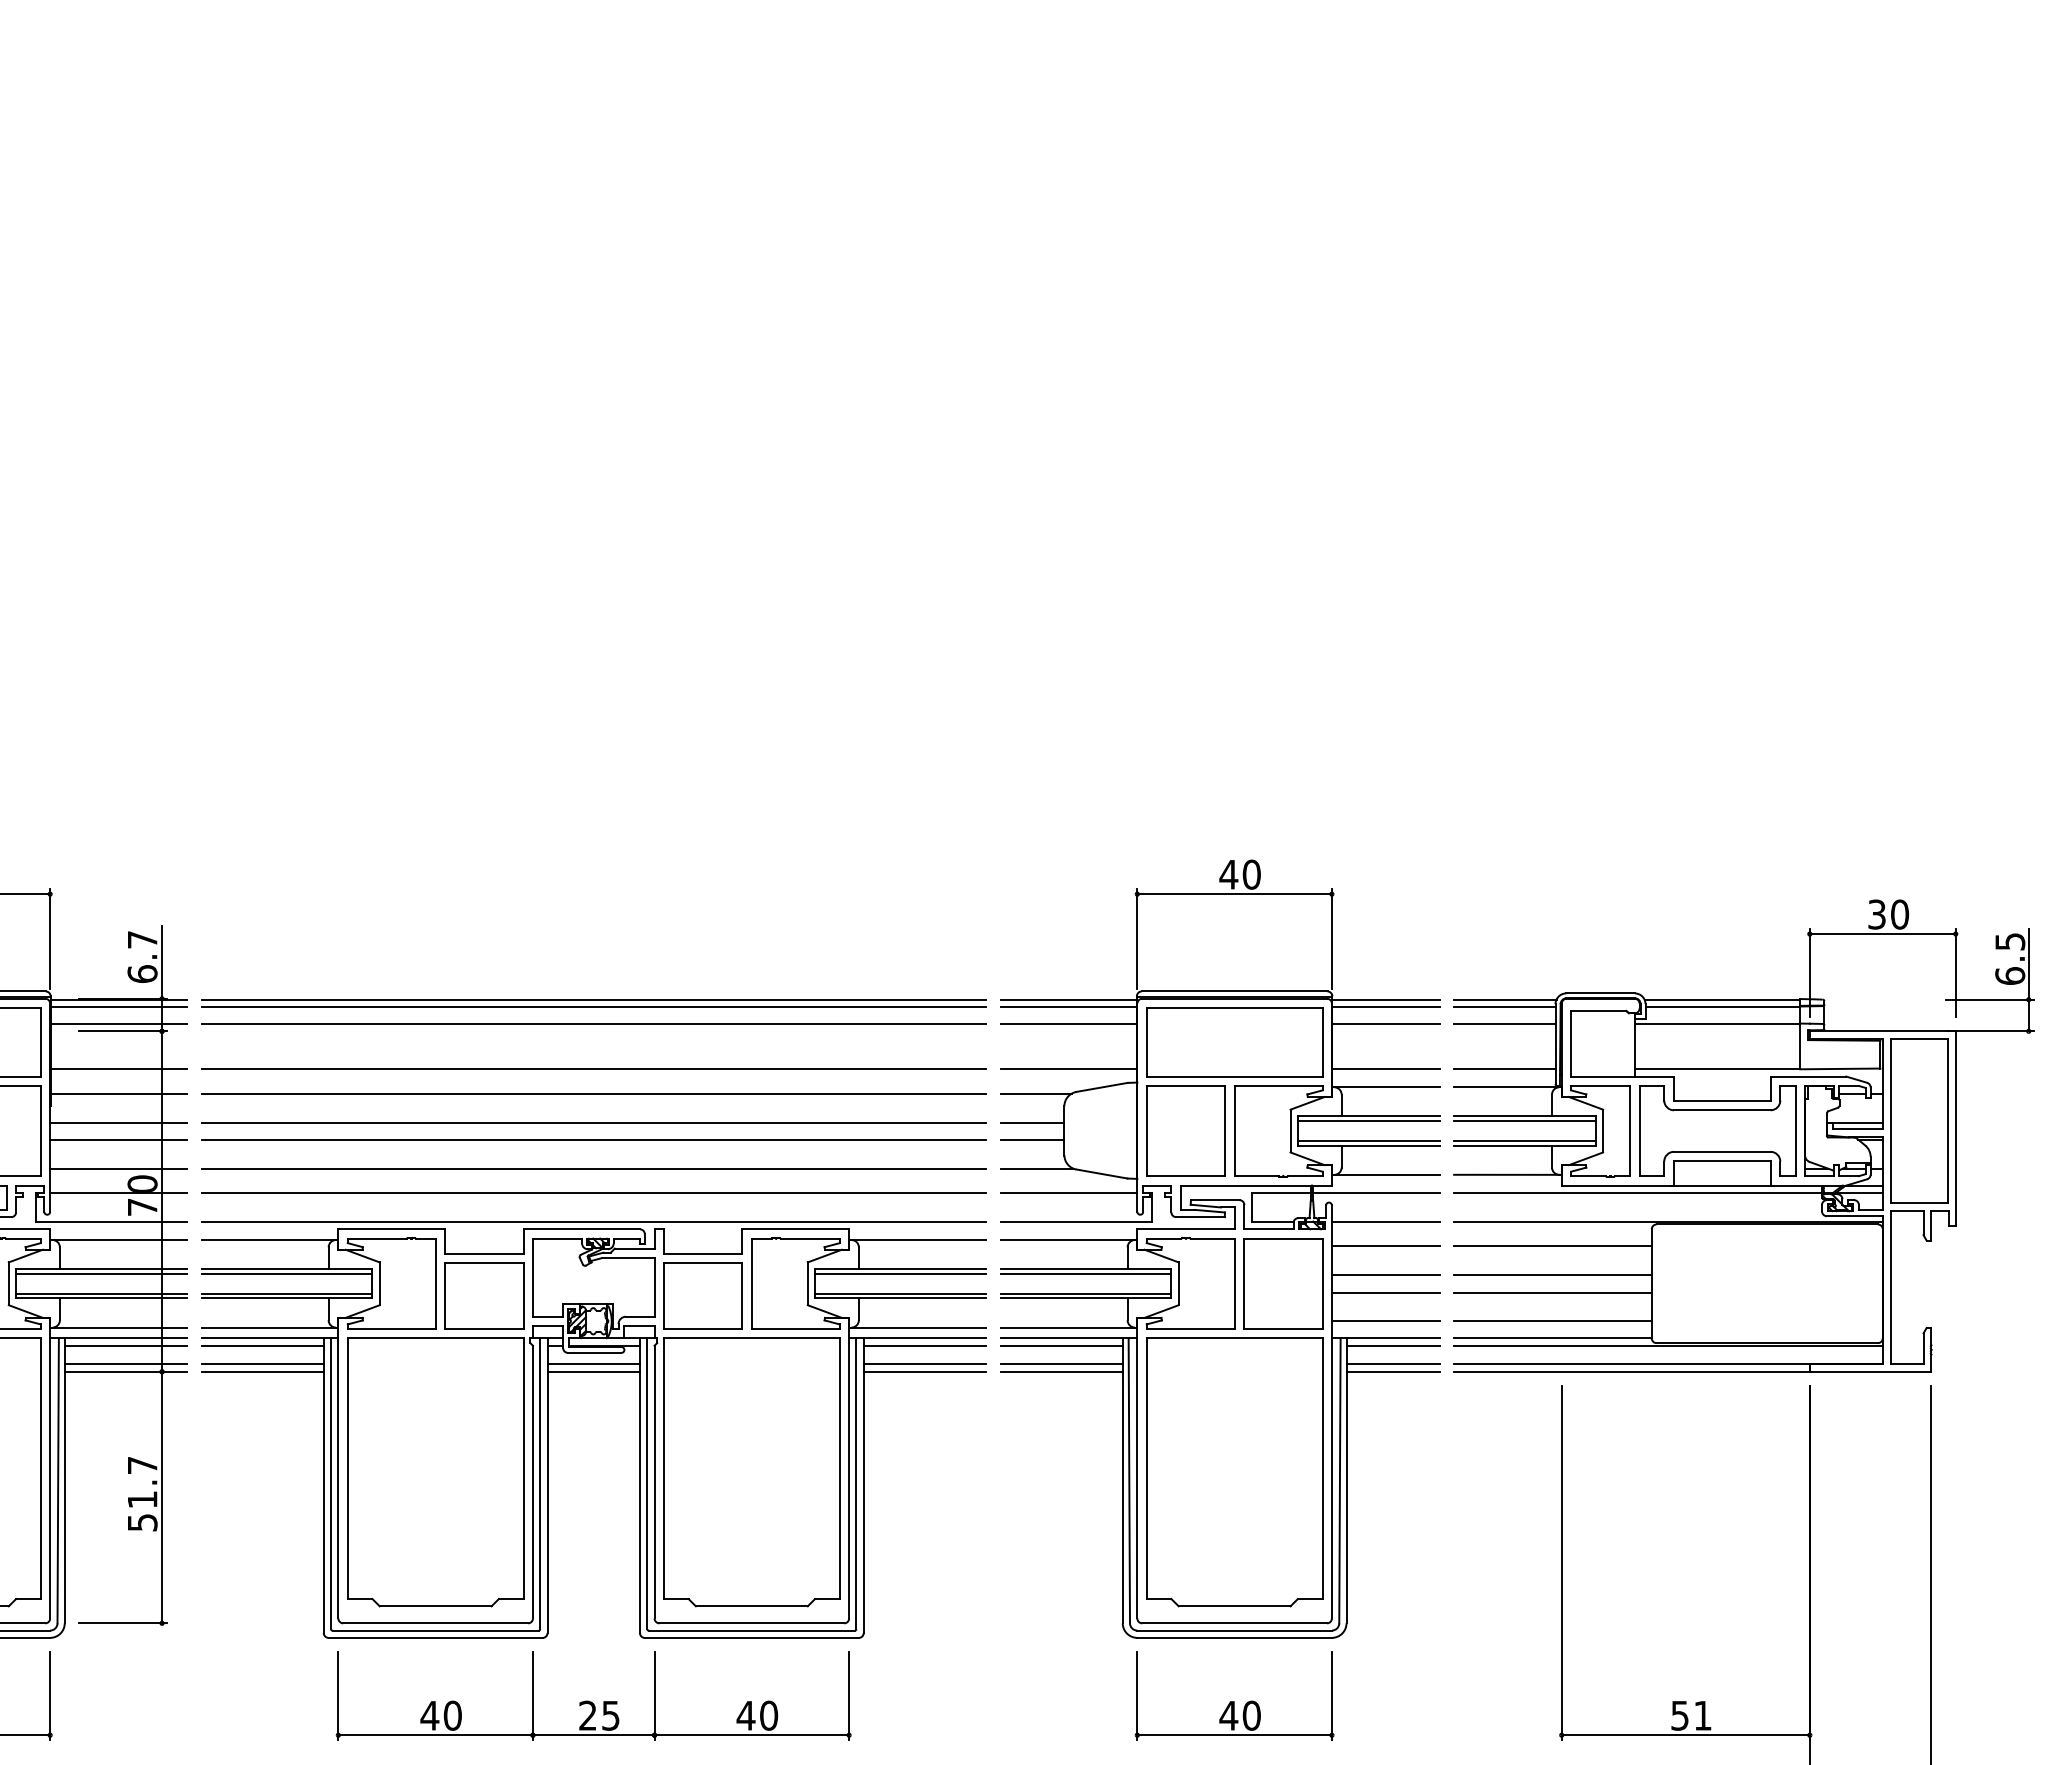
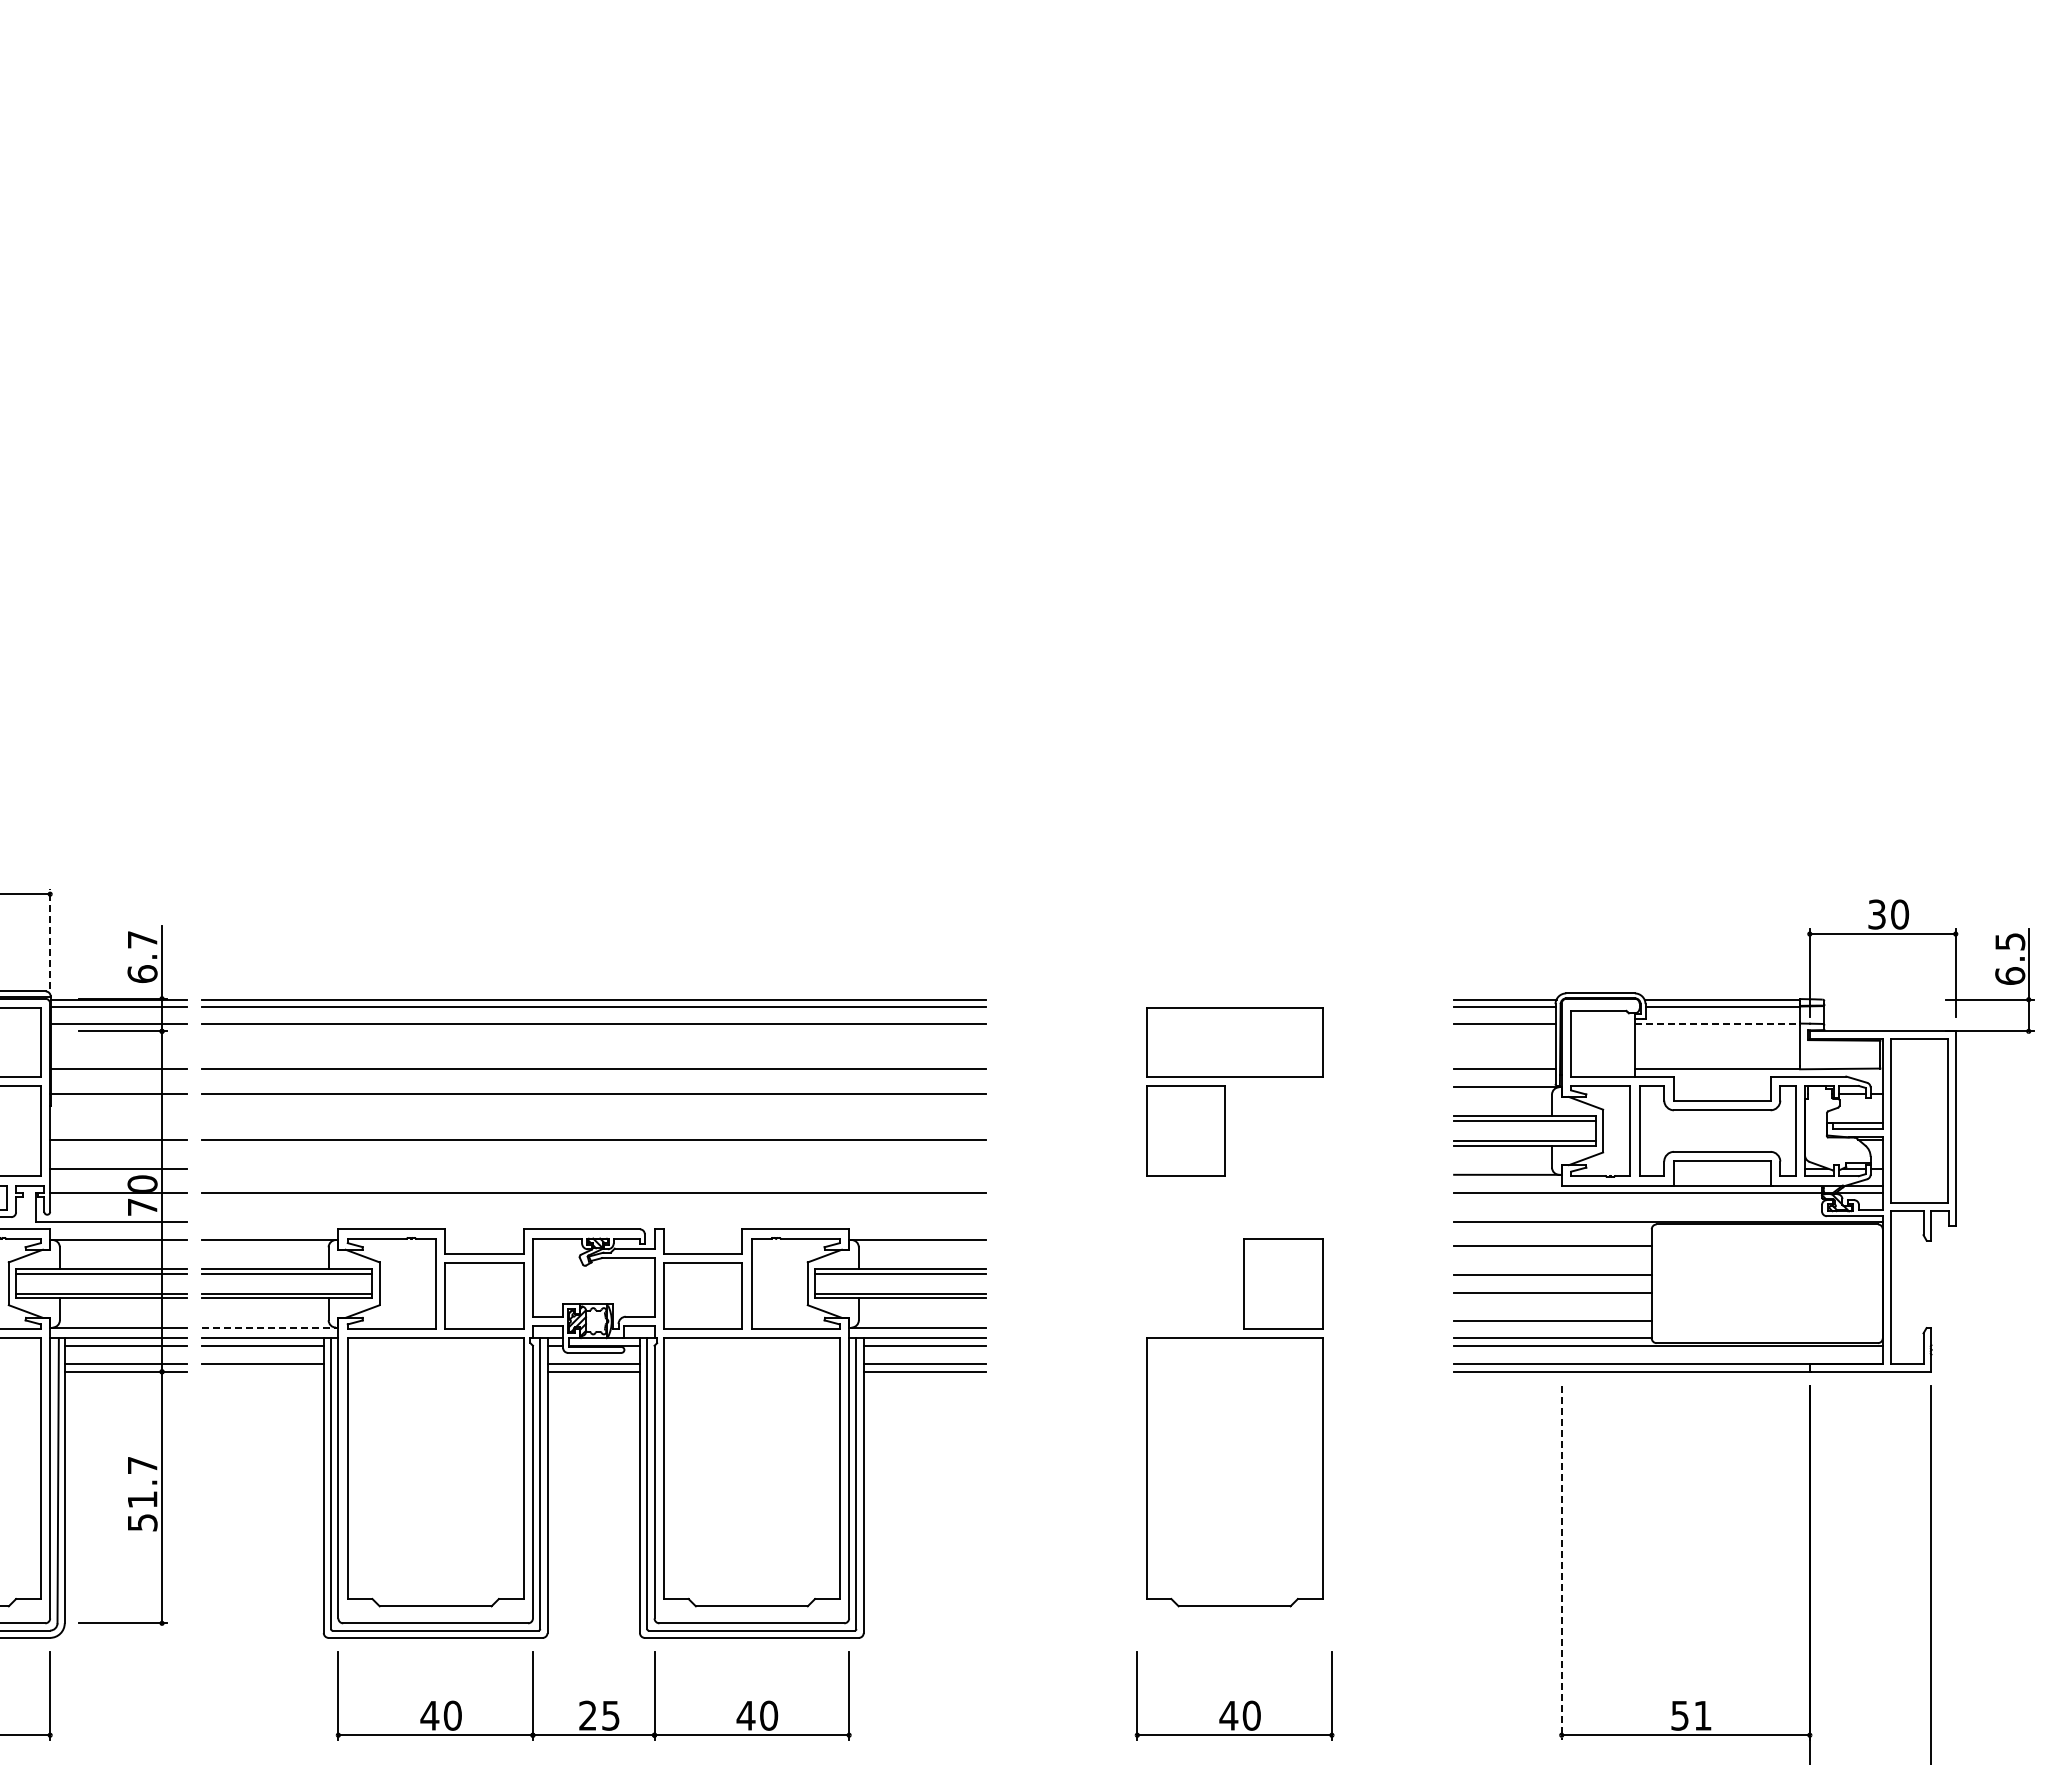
line at (50, 939): solid -> dashed
line at (1717, 1023): solid -> dashed
line at (118, 1122): present -> none
line at (593, 1122): present -> none
line at (593, 1168): present -> none
line at (593, 1222): present -> none
part at (1220, 1248): present -> none
line at (270, 1327): solid -> dashed
line at (262, 1371): present -> none
line at (1561, 1563): solid -> dashed
